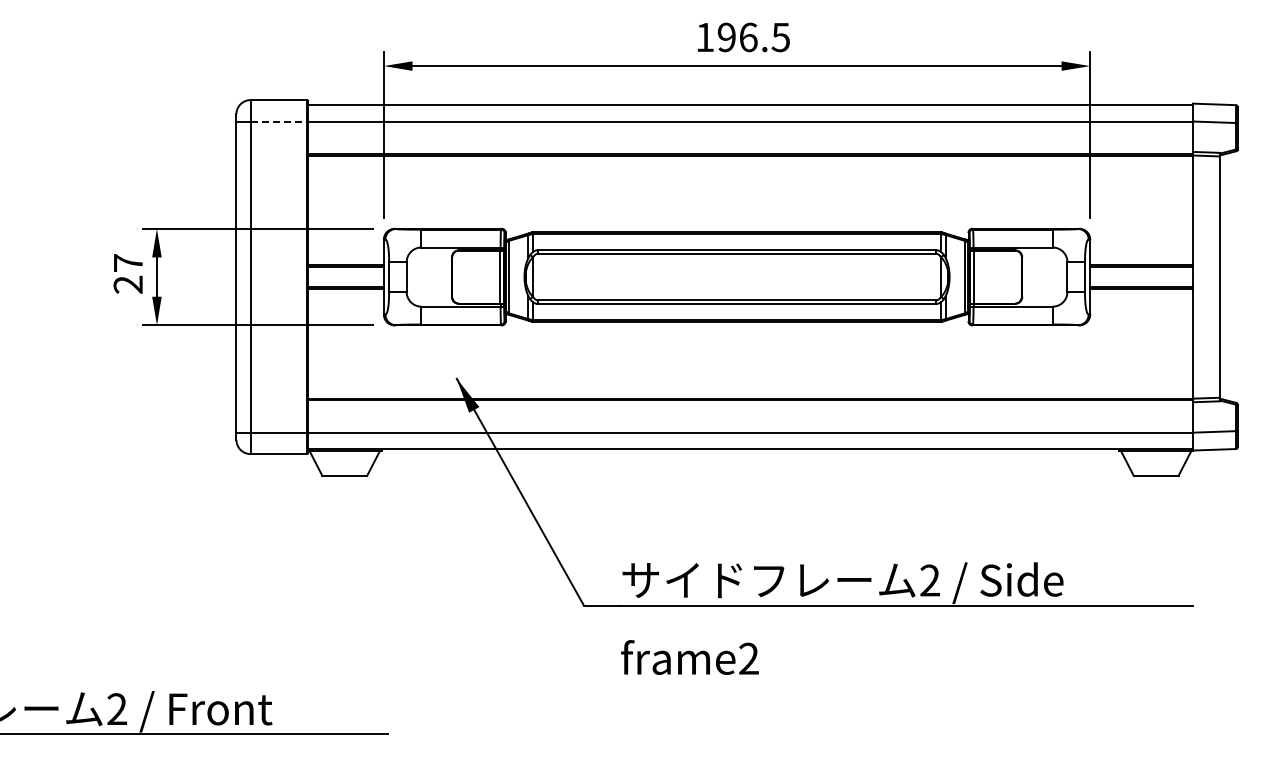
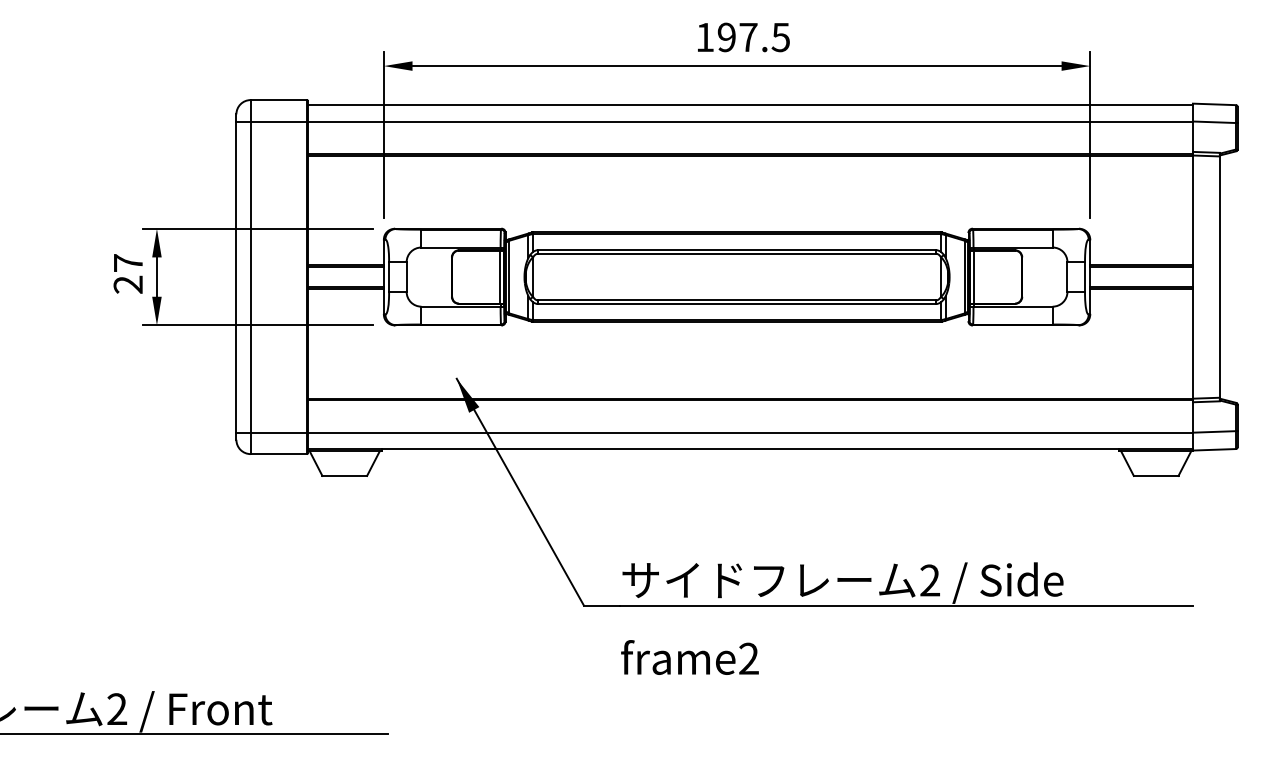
text at (748, 37): 196.5 -> 197.5
line at (279, 121): dashed -> solid
